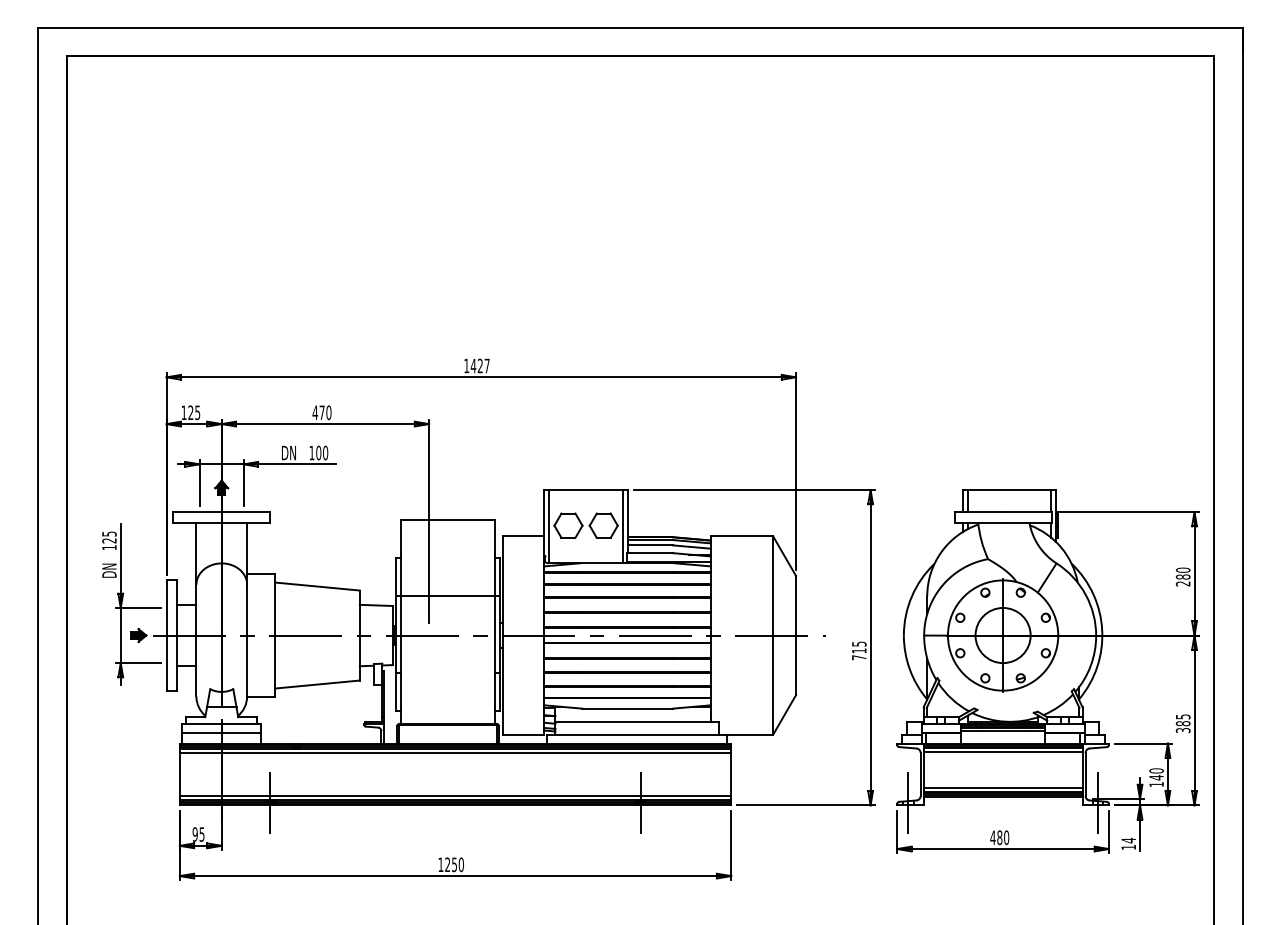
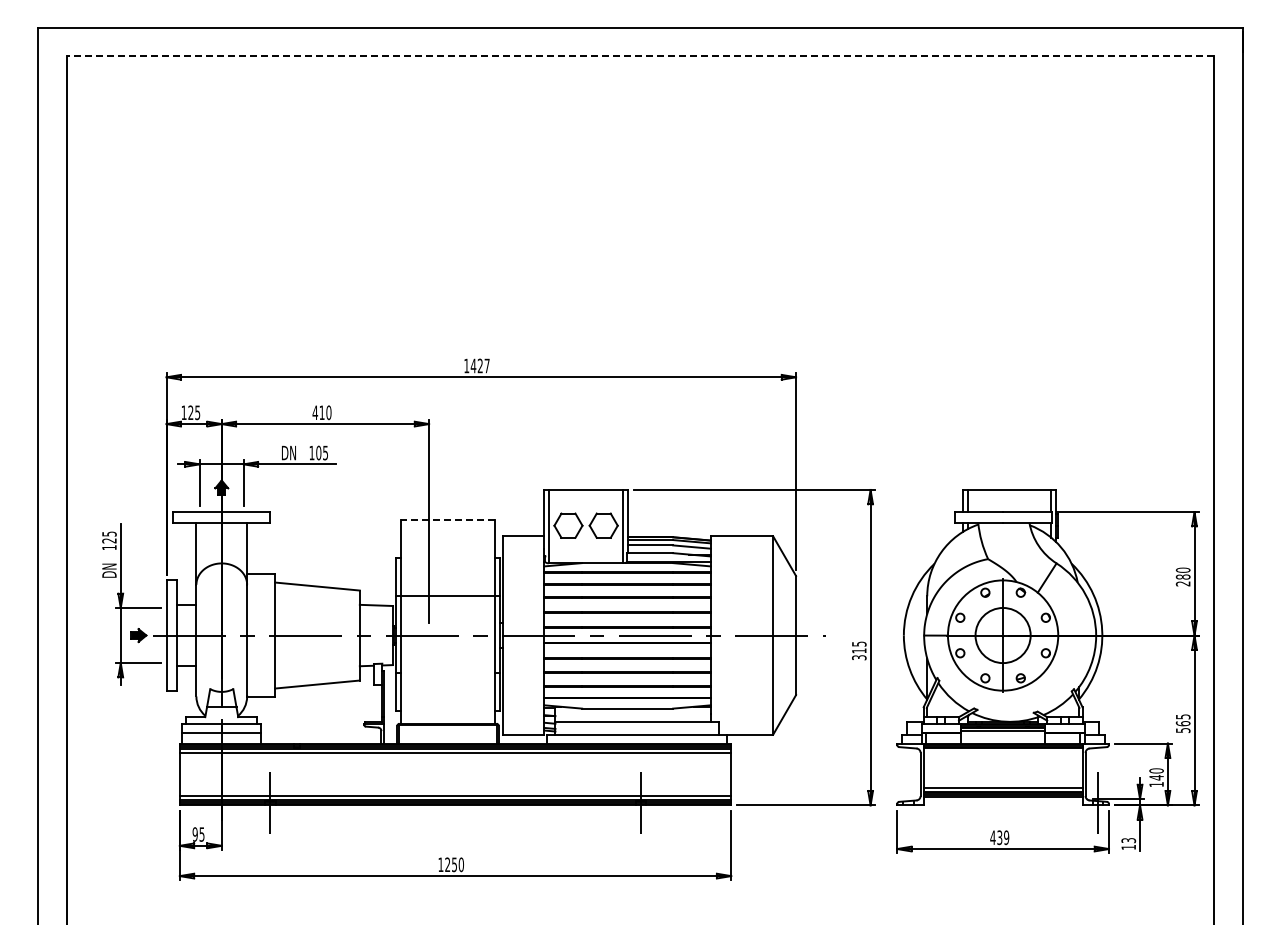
line at (640, 56): solid -> dashed
text at (321, 412): 470 -> 410
text at (325, 452): 100 -> 105
line at (447, 520): solid -> dashed
text at (859, 657): 715 -> 315
text at (1182, 726): 385 -> 565
line at (1002, 751): present -> none
line at (908, 803): present -> none
text at (1003, 837): 480 -> 439
text at (1128, 840): 14 -> 13
